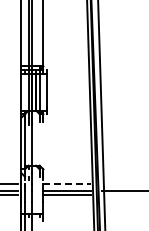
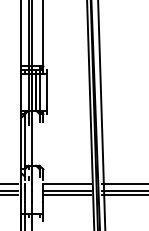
line at (67, 184): dashed -> solid
line at (123, 184): none -> present
line at (123, 195): none -> present
